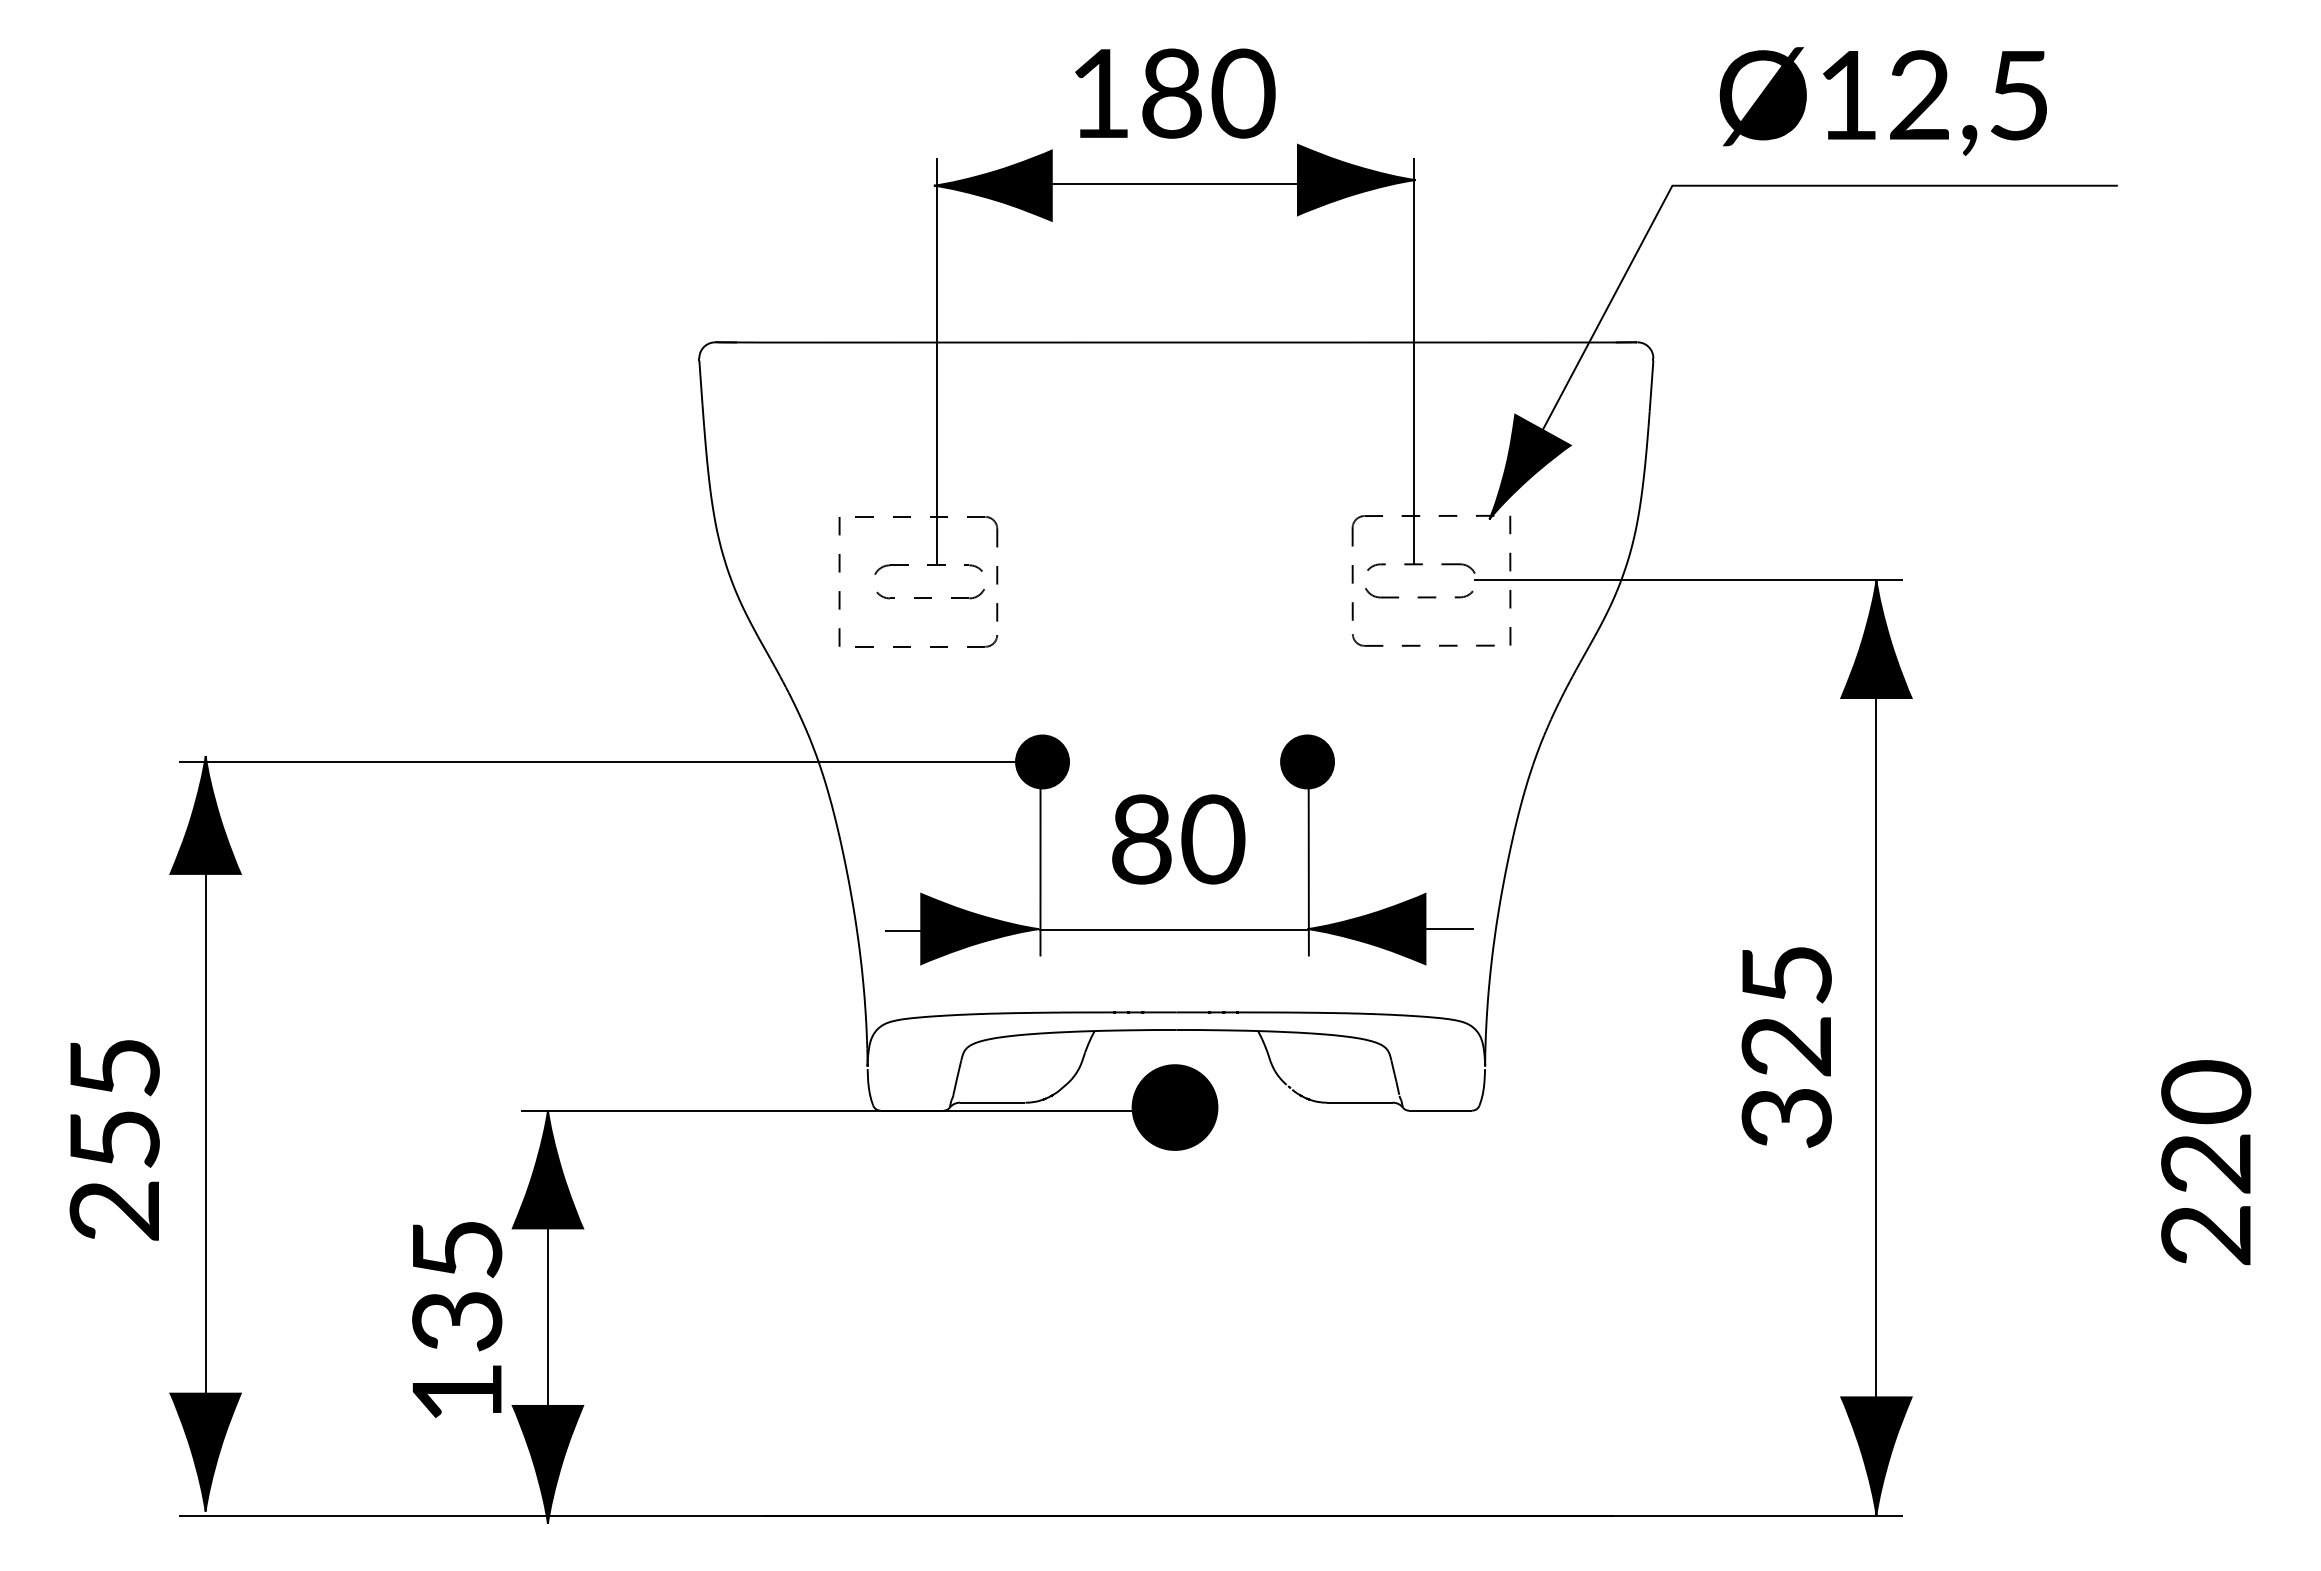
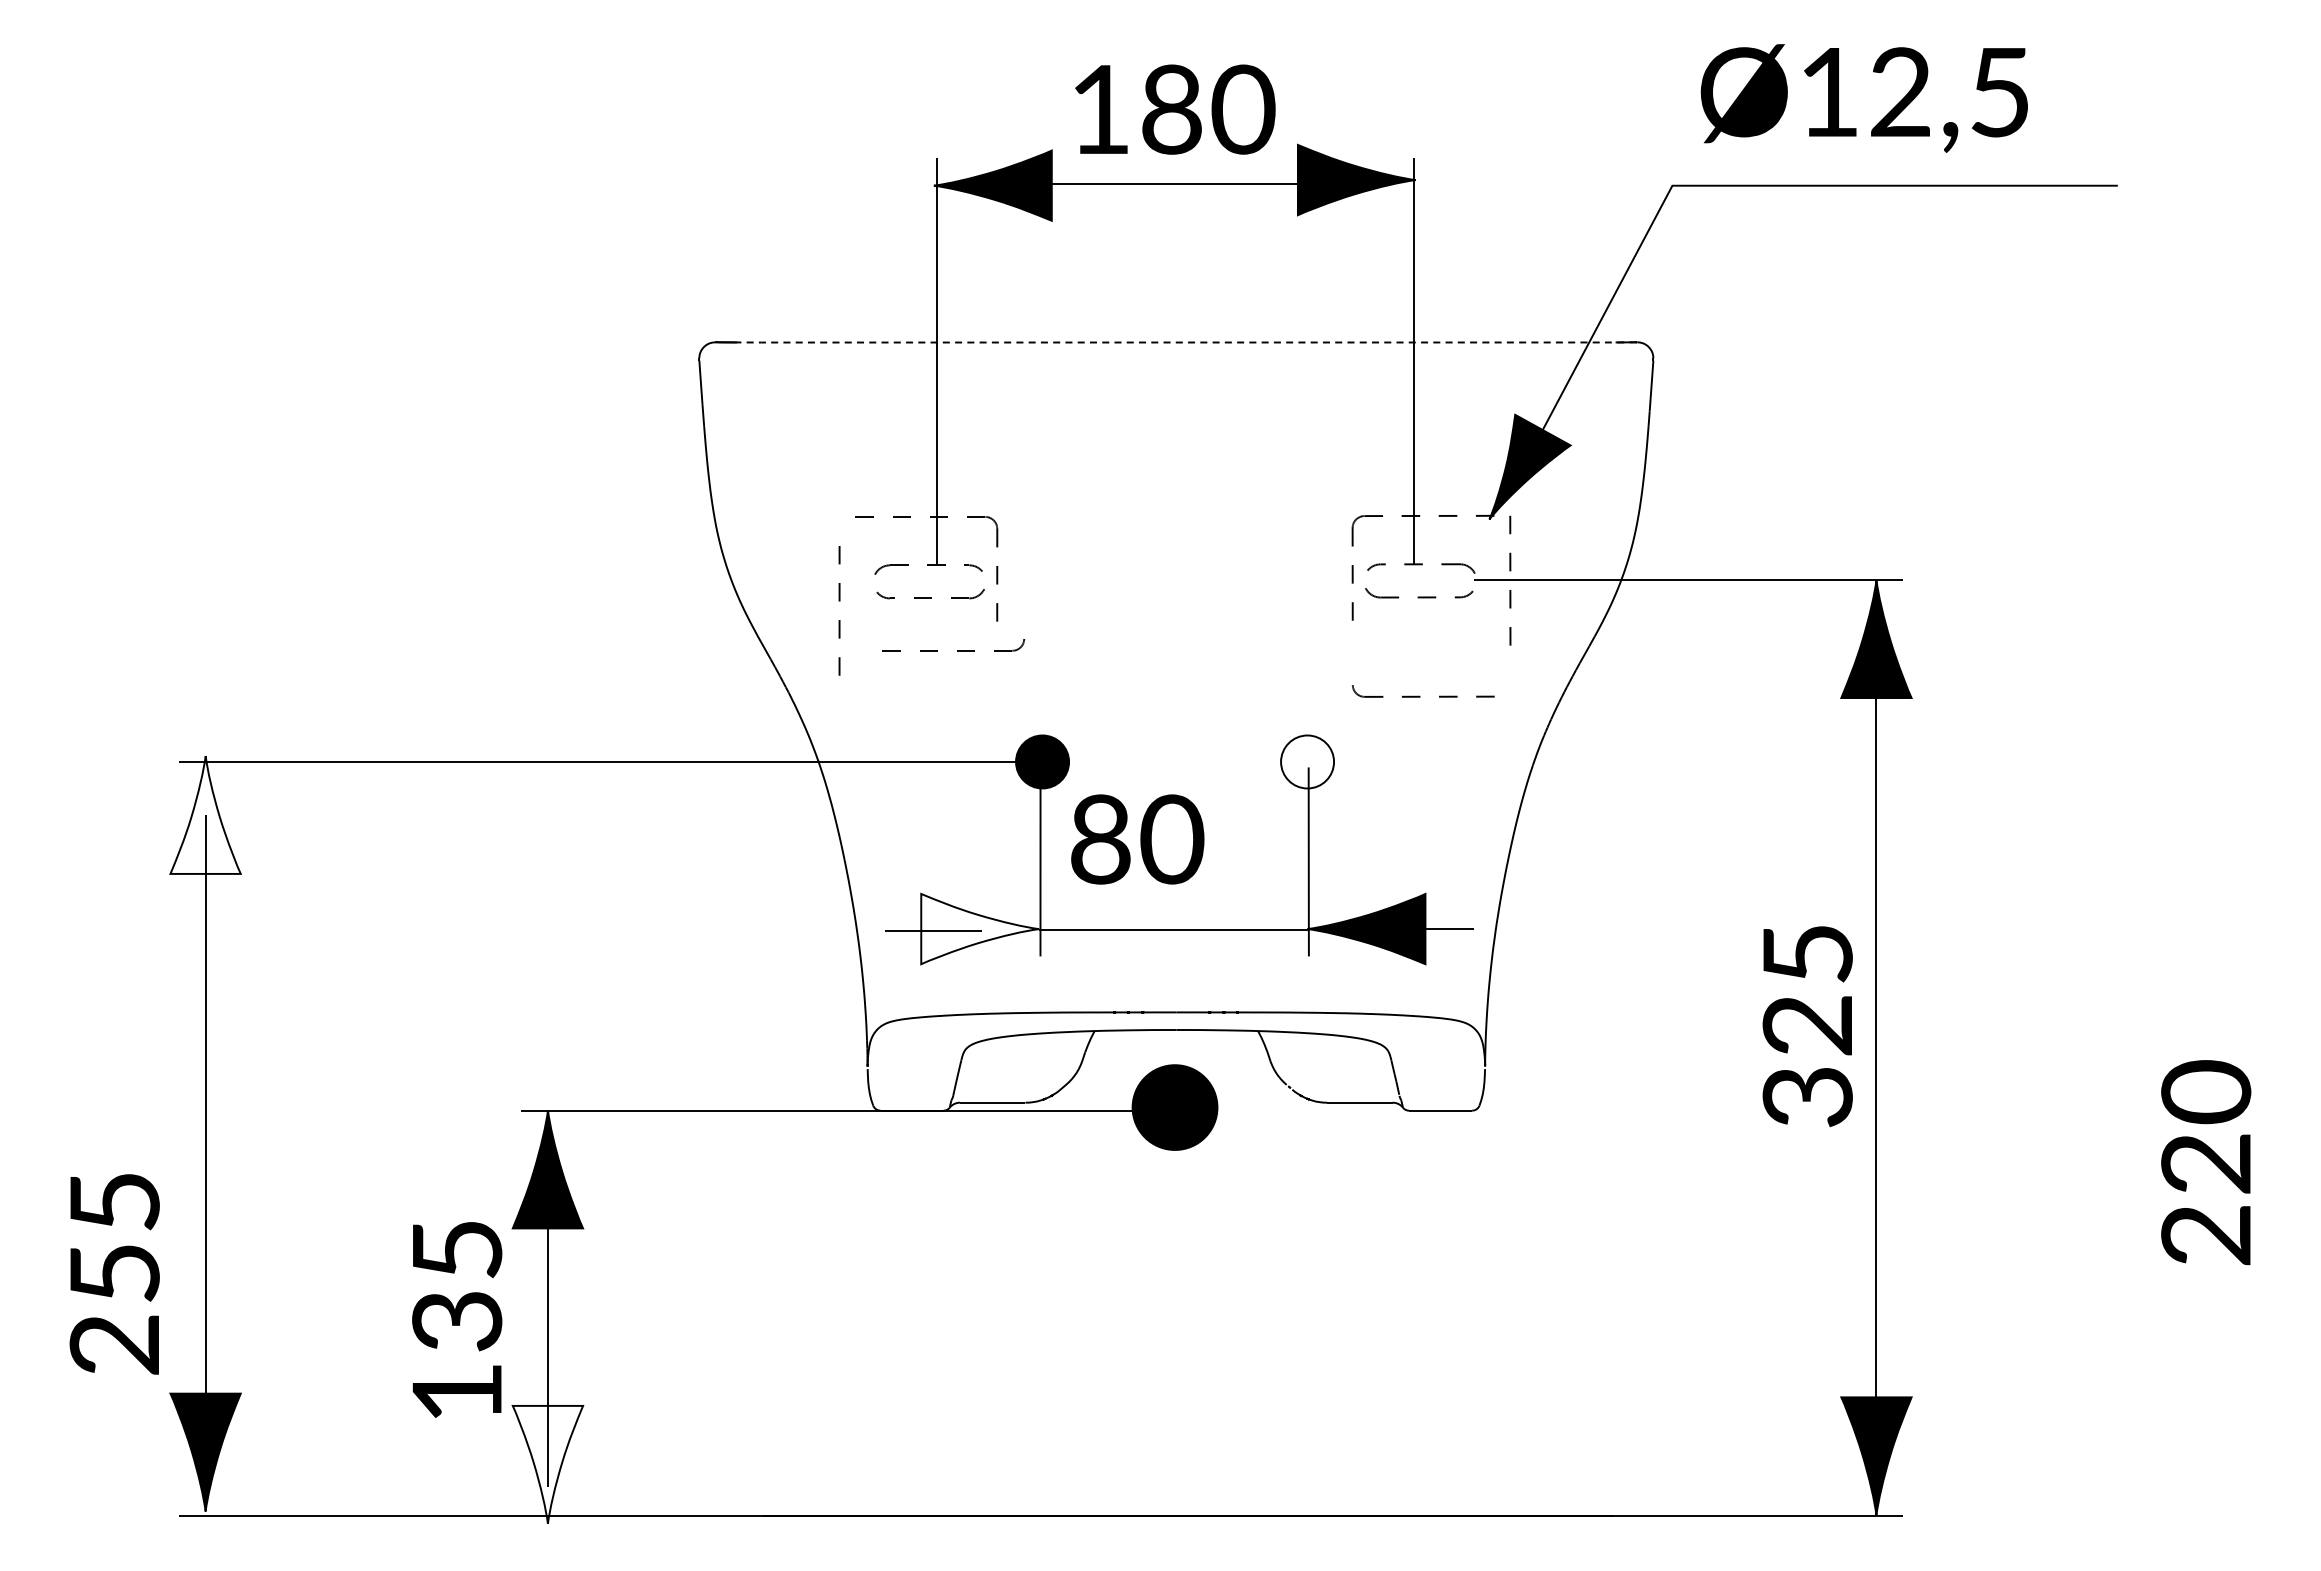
text at (1175, 93) position: (1175, 93) -> (1175, 109)
part at (1857, 101) position: (1857, 101) -> (1838, 98)
line at (1185, 342): solid -> dashed
line at (839, 572) position: (839, 572) -> (839, 601)
part at (1423, 640) position: (1423, 640) -> (1423, 691)
part at (930, 646) position: (930, 646) -> (957, 650)
fill at (1307, 761): present -> none
fill at (205, 814): present -> none
text at (1178, 839) position: (1178, 839) -> (1137, 839)
fill at (980, 928): present -> none
text at (1786, 1047) position: (1786, 1047) -> (1807, 1026)
text at (114, 1140) position: (114, 1140) -> (114, 1274)
fill at (547, 1464): present -> none
